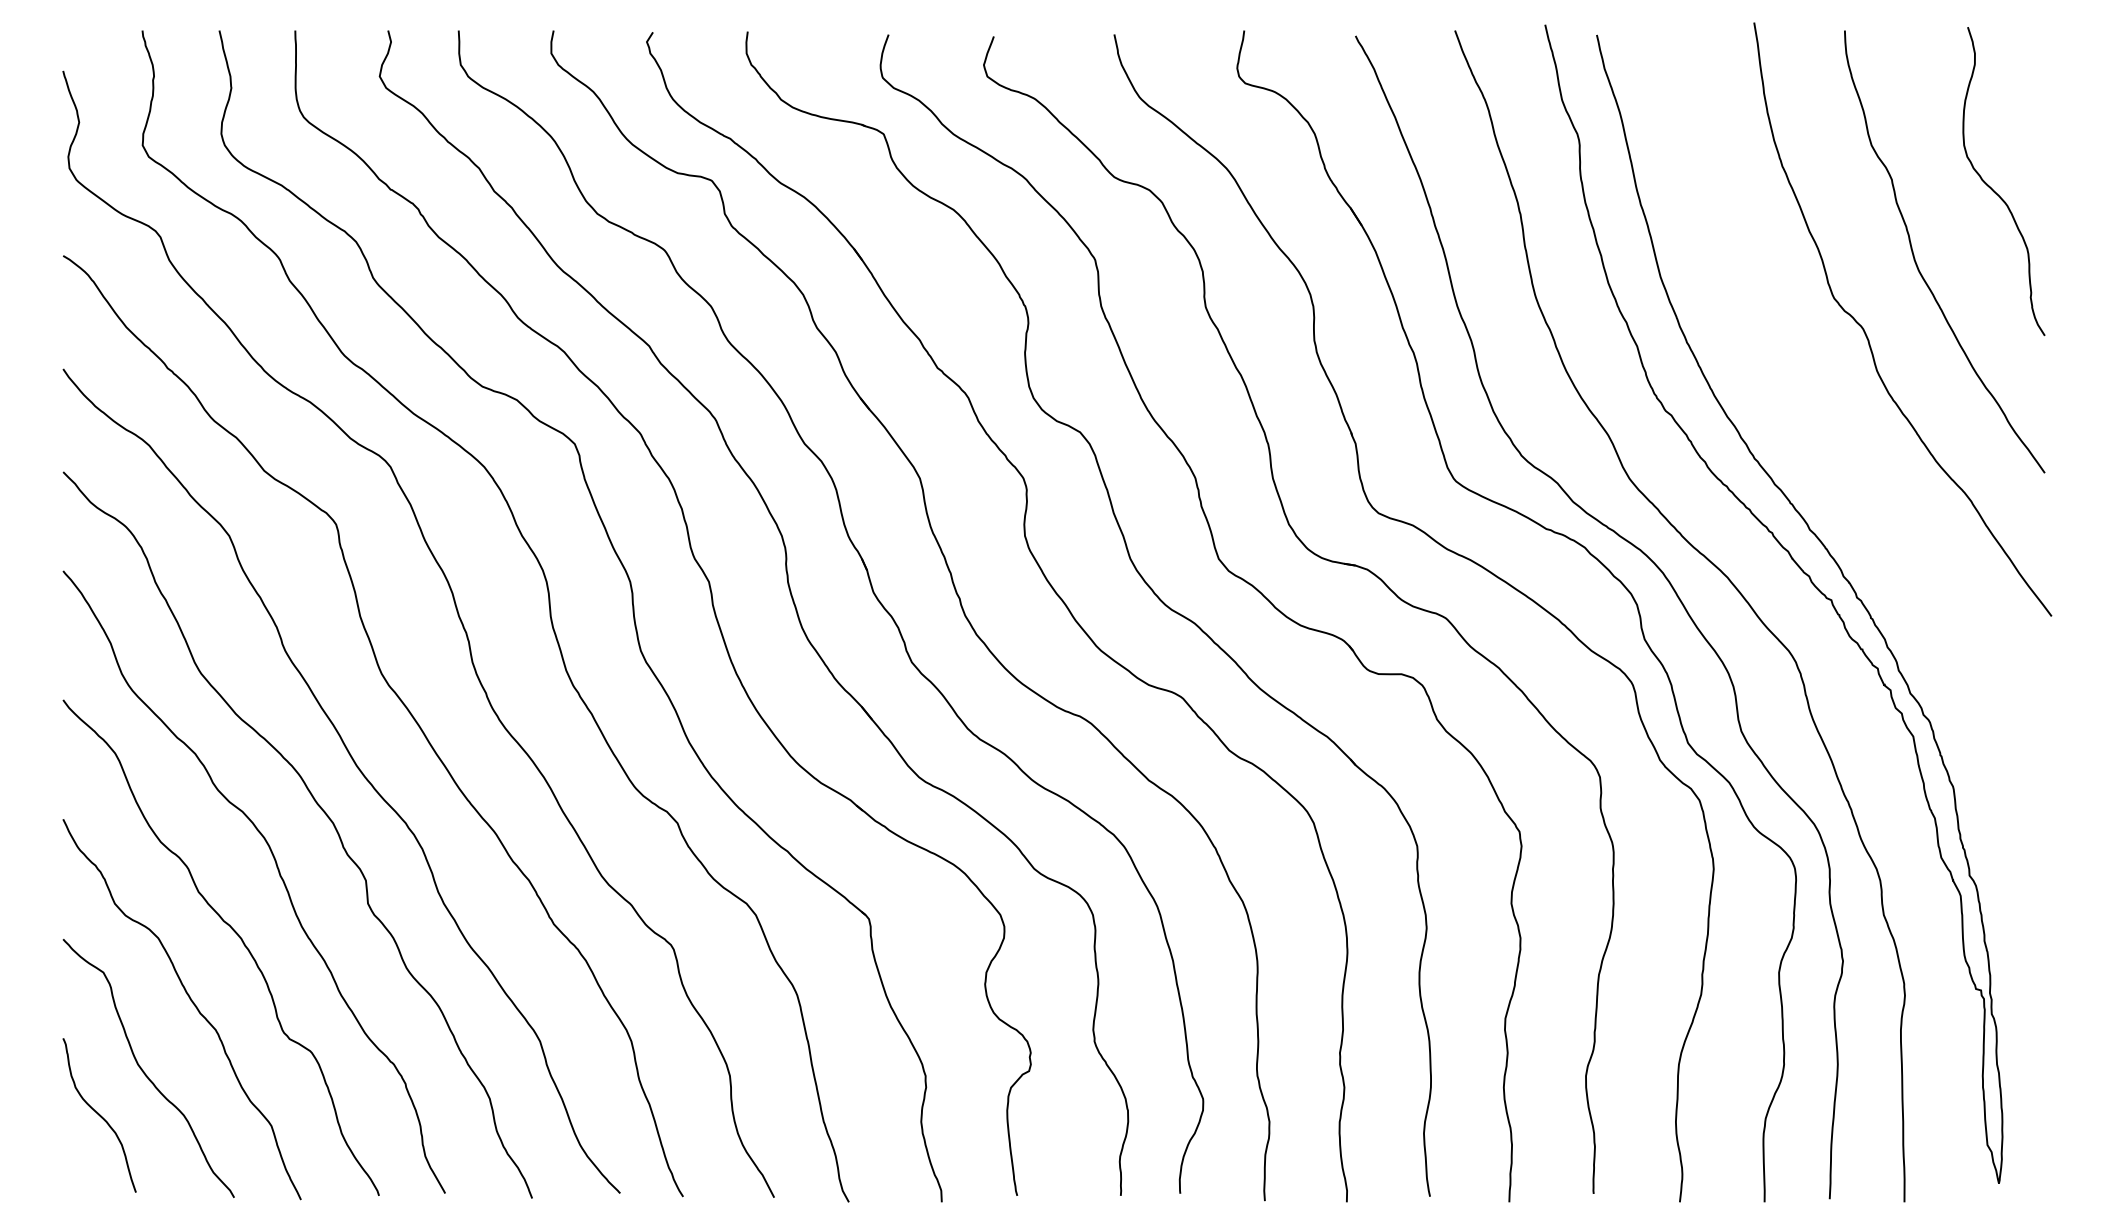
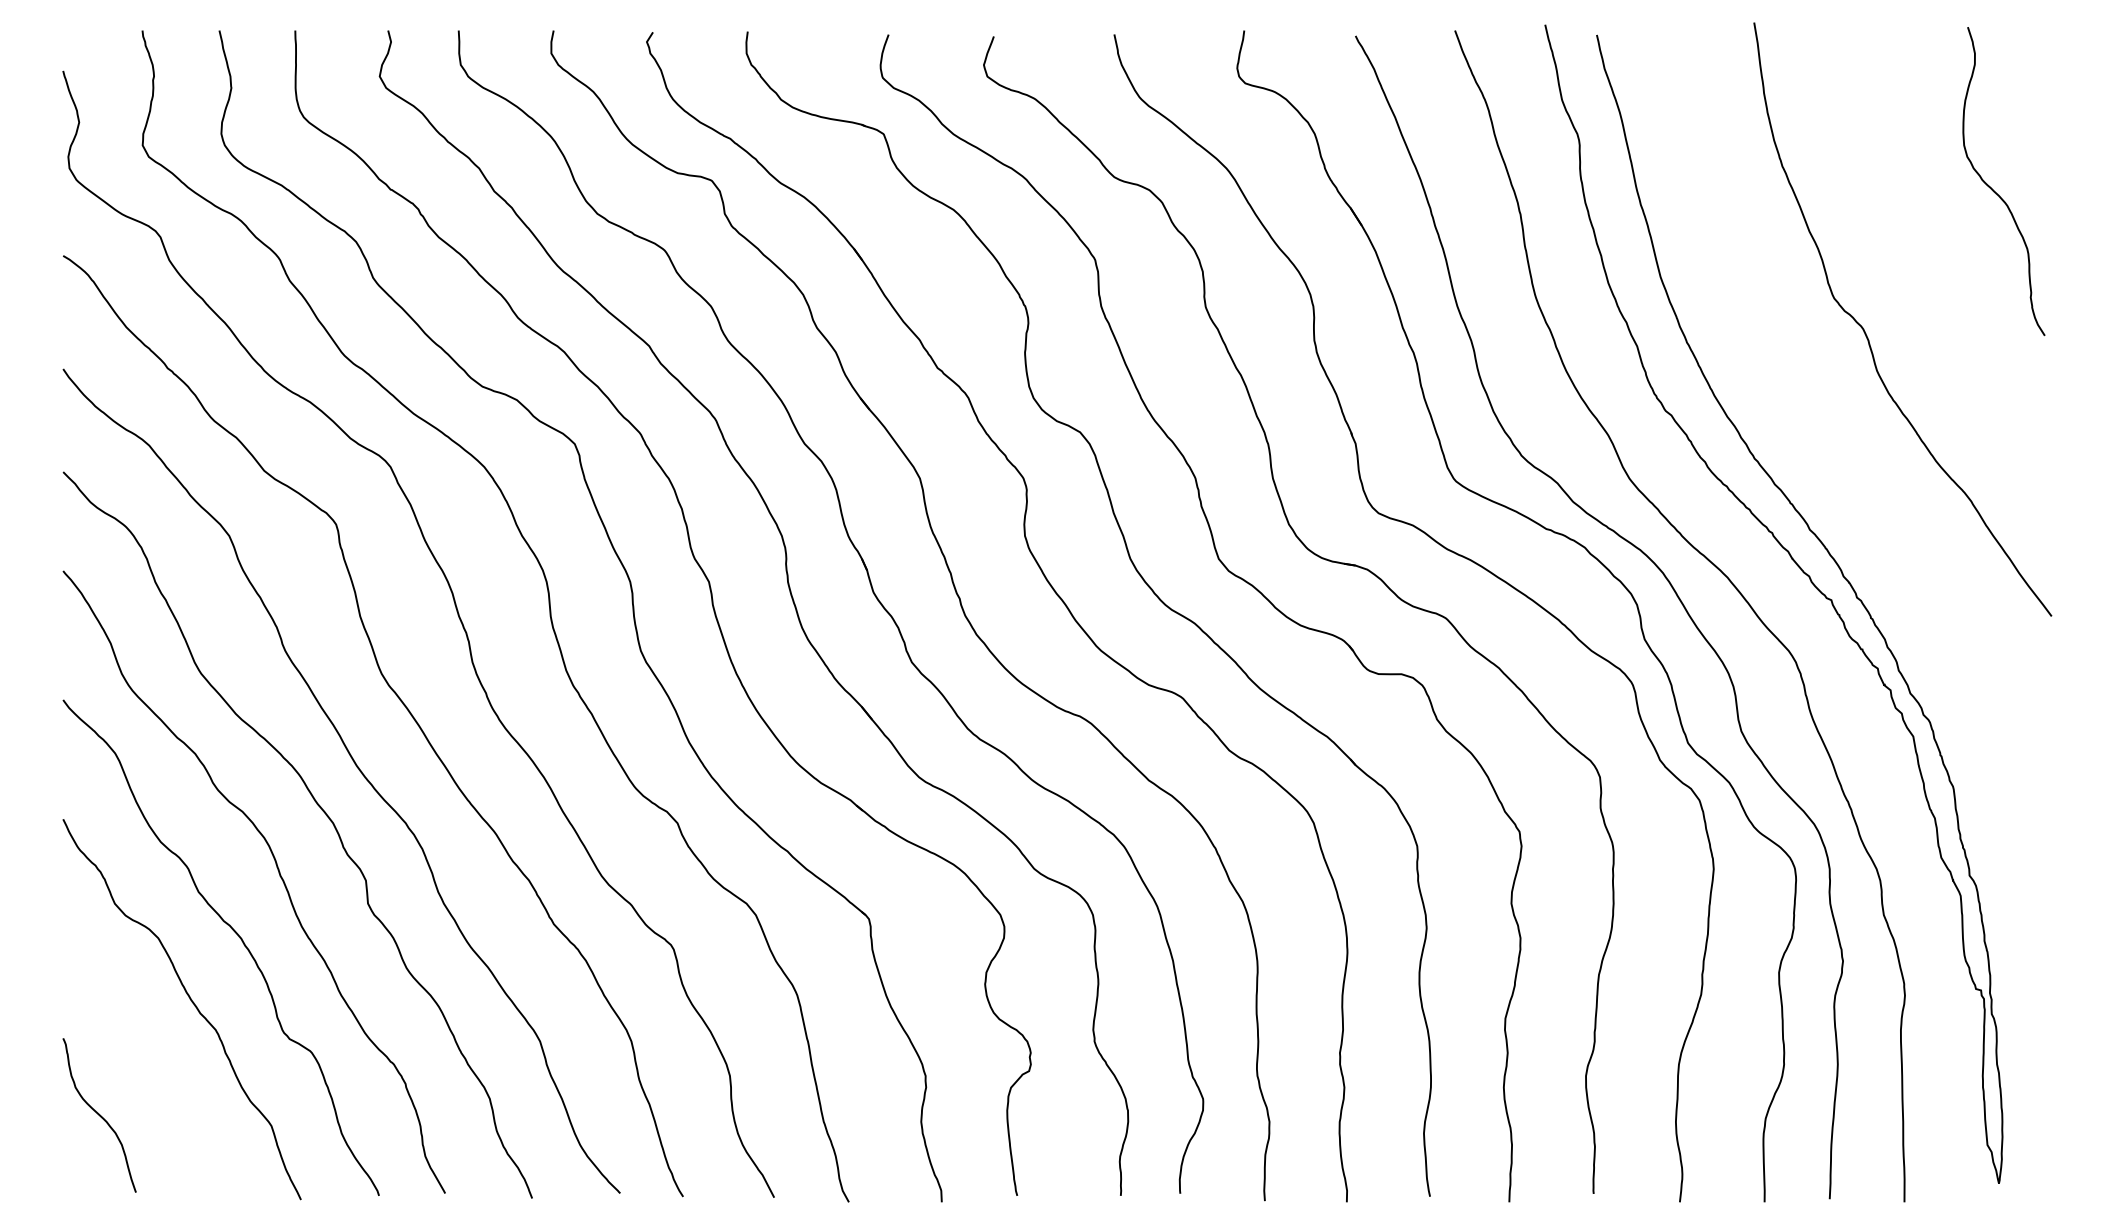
curve at (1916, 261): present -> none
curve at (144, 1071): present -> none
